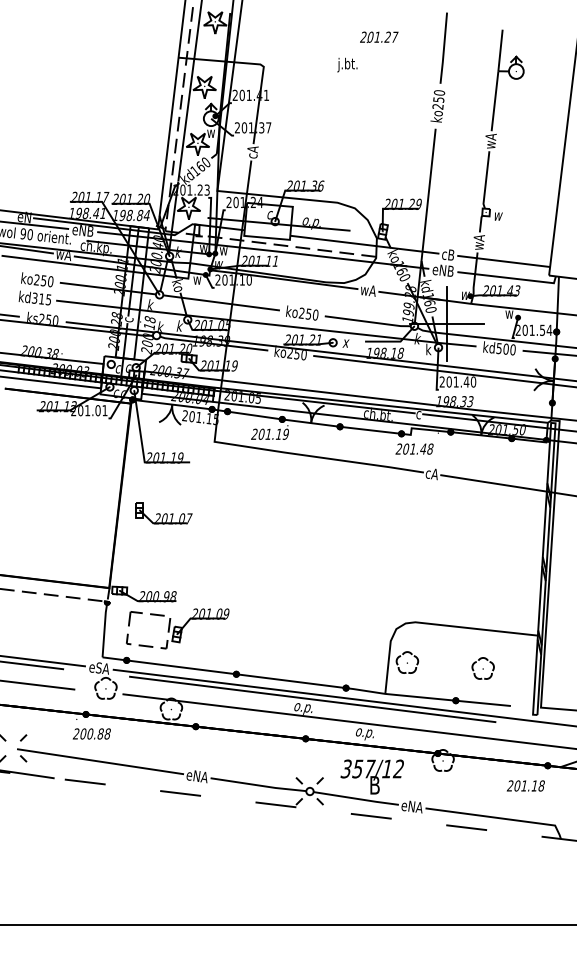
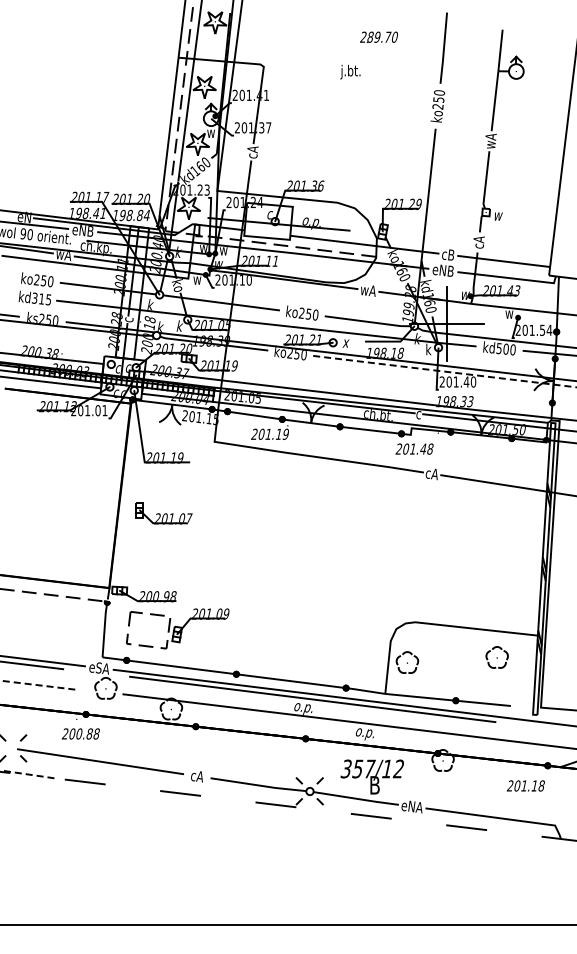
text at (382, 36): 201.27 -> 289.70
text at (347, 64) position: (347, 64) -> (350, 71)
text at (478, 242): wA -> cA
line at (444, 371): solid -> dashed
part at (482, 668) position: (482, 668) -> (496, 657)
line at (37, 685): solid -> dashed
text at (91, 733) position: (91, 733) -> (80, 733)
line at (28, 774): solid -> dashed
text at (196, 776): eNA -> cA
